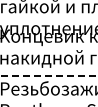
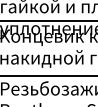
line at (48, 20): none -> present
line at (49, 75): dashed -> solid
